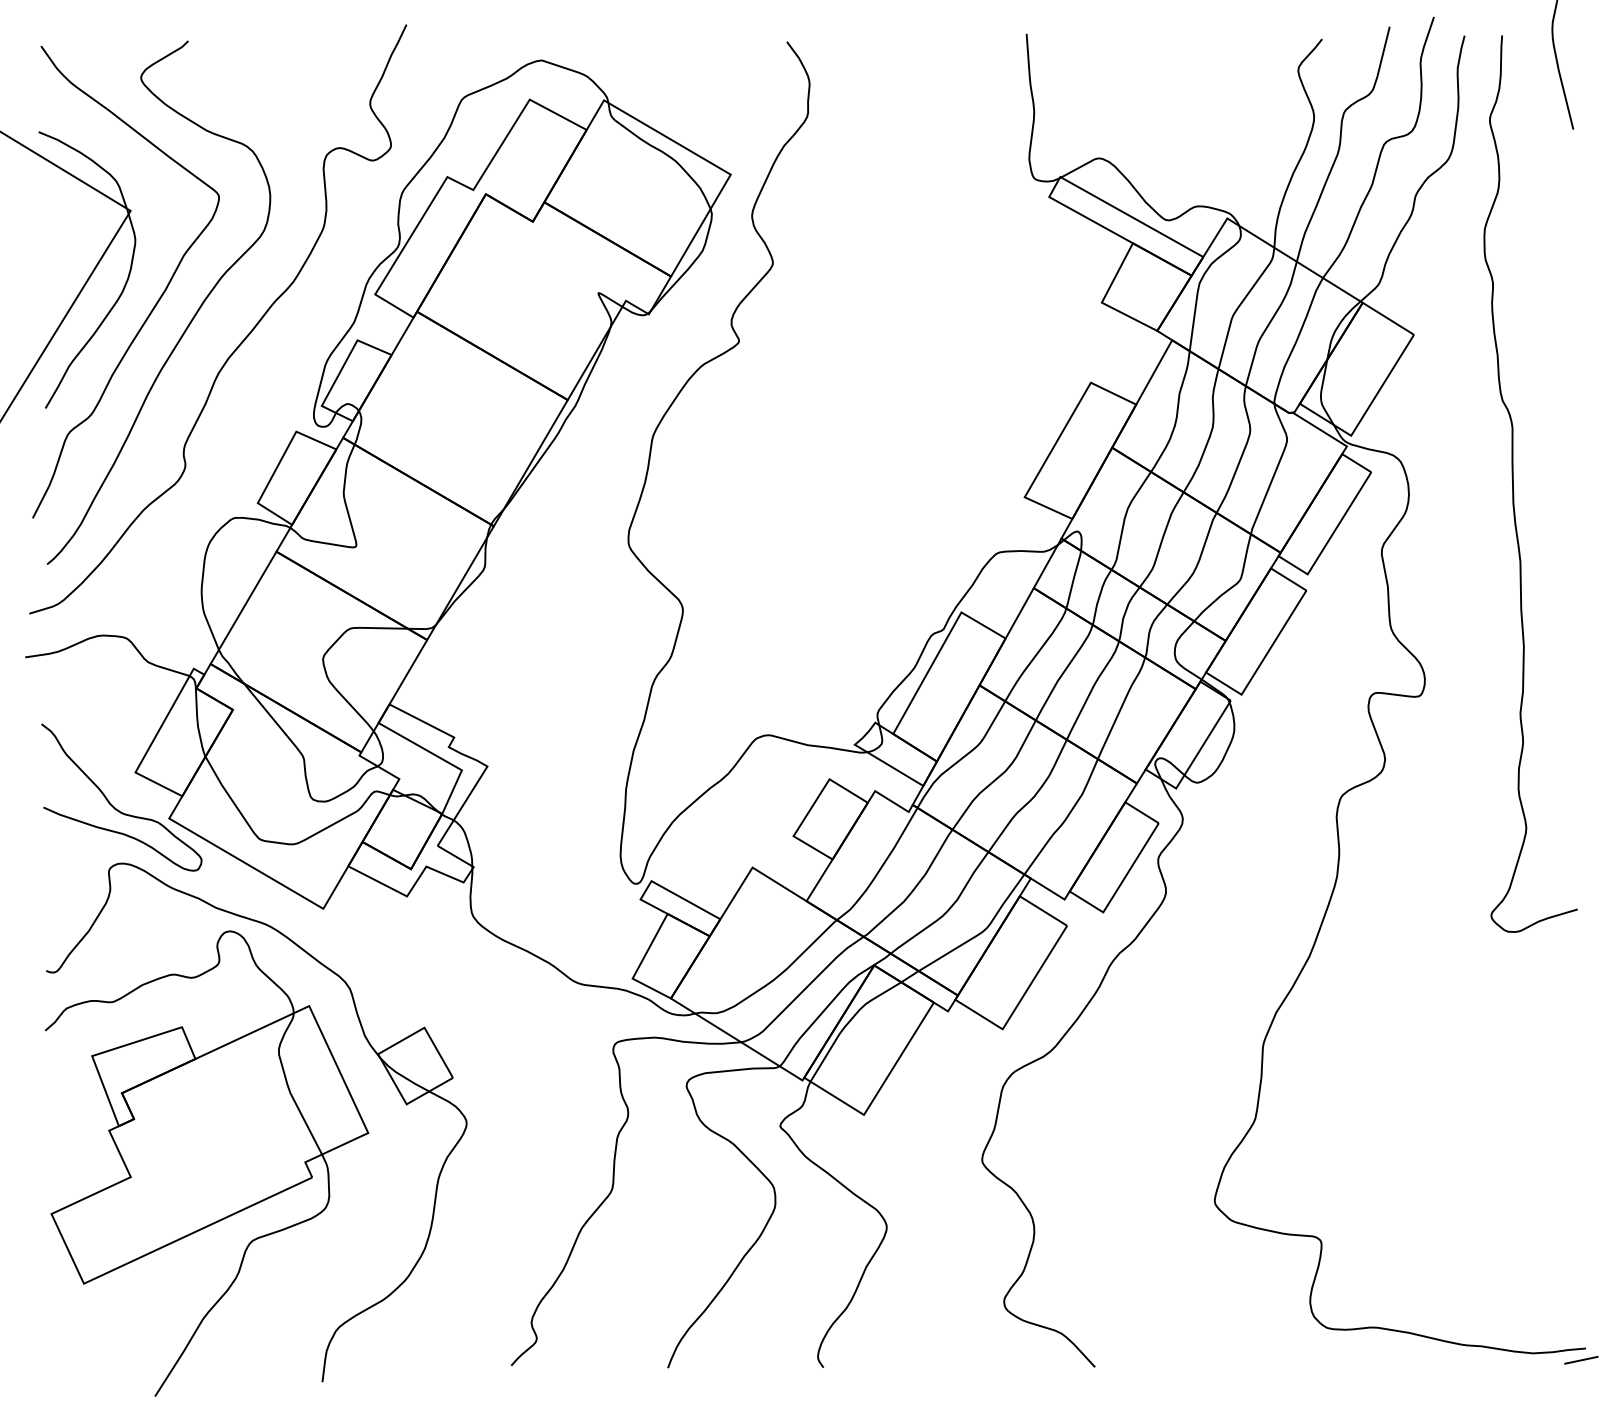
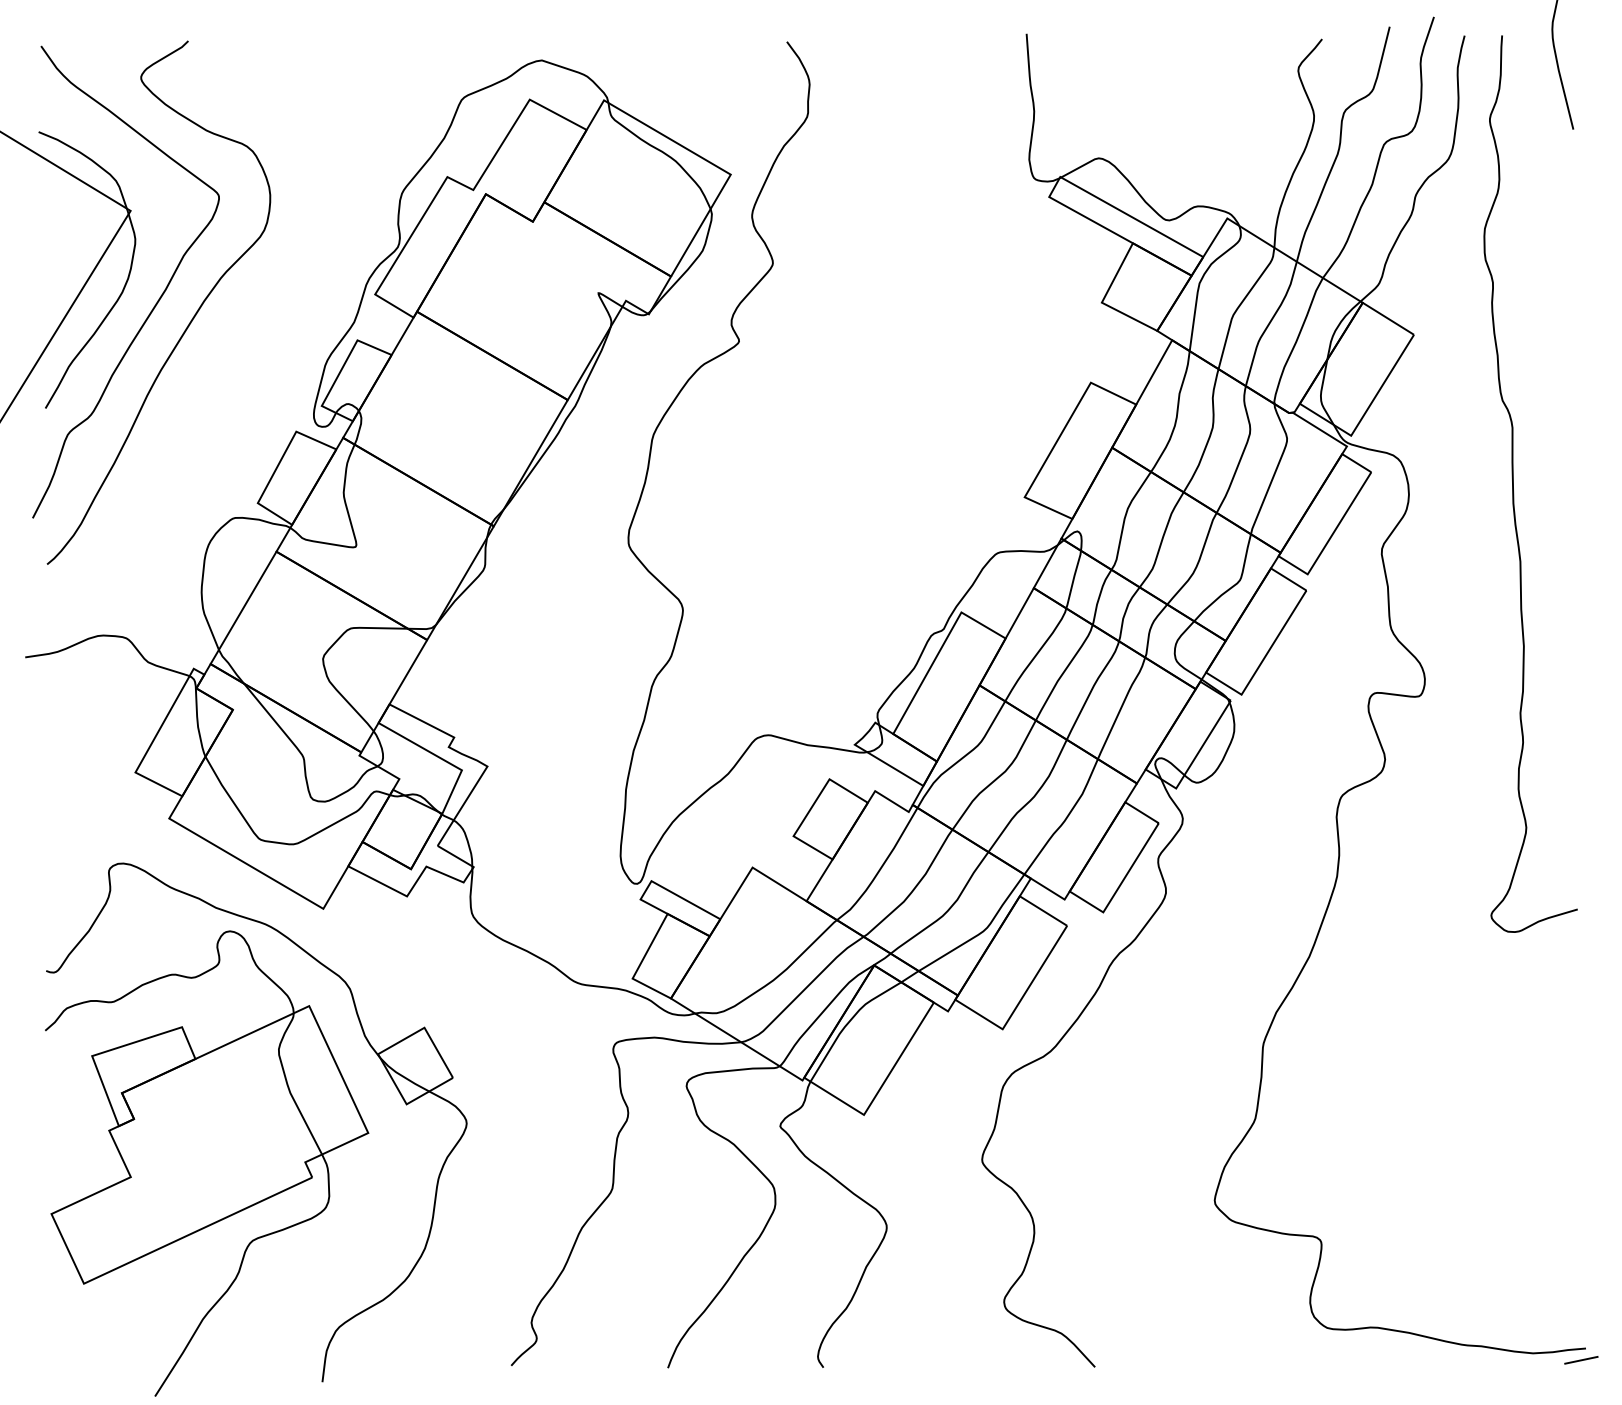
curve at (241, 341): present -> none
curve at (113, 805): present -> none
